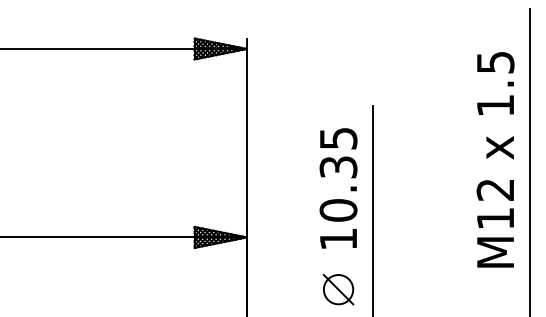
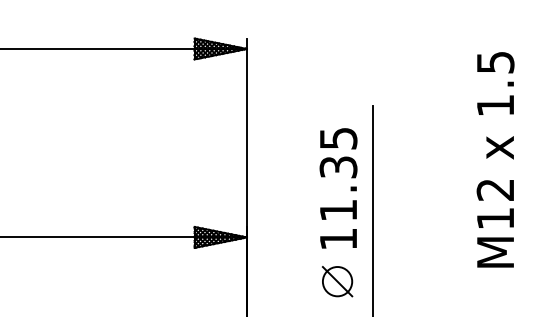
line at (529, 161): present -> none
text at (338, 210): 10.35 -> 11.35
part at (338, 289) position: (338, 289) -> (337, 281)
